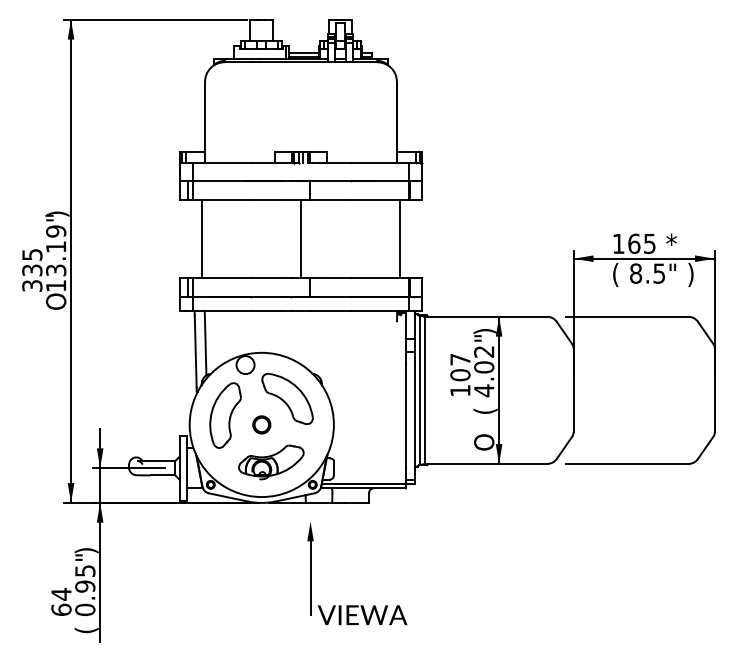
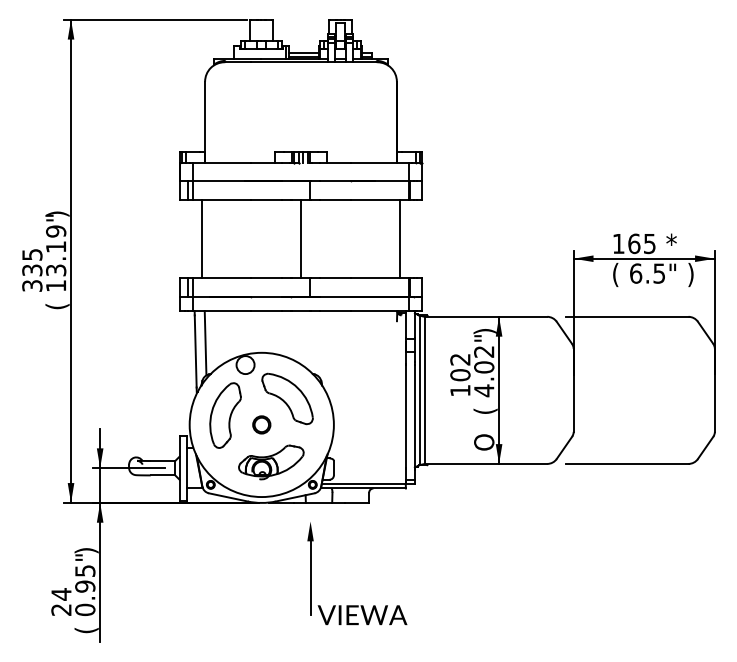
text at (636, 273): 8.5" -> 6.5"
text at (57, 301): O -> (
text at (460, 359): 107 -> 102
text at (61, 609): 64 -> 24
